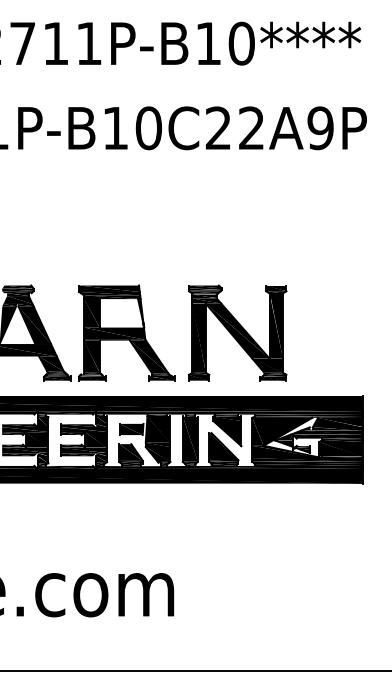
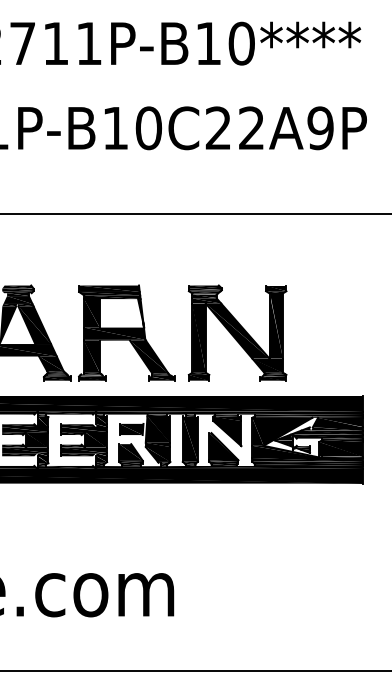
line at (195, 213): none -> present
